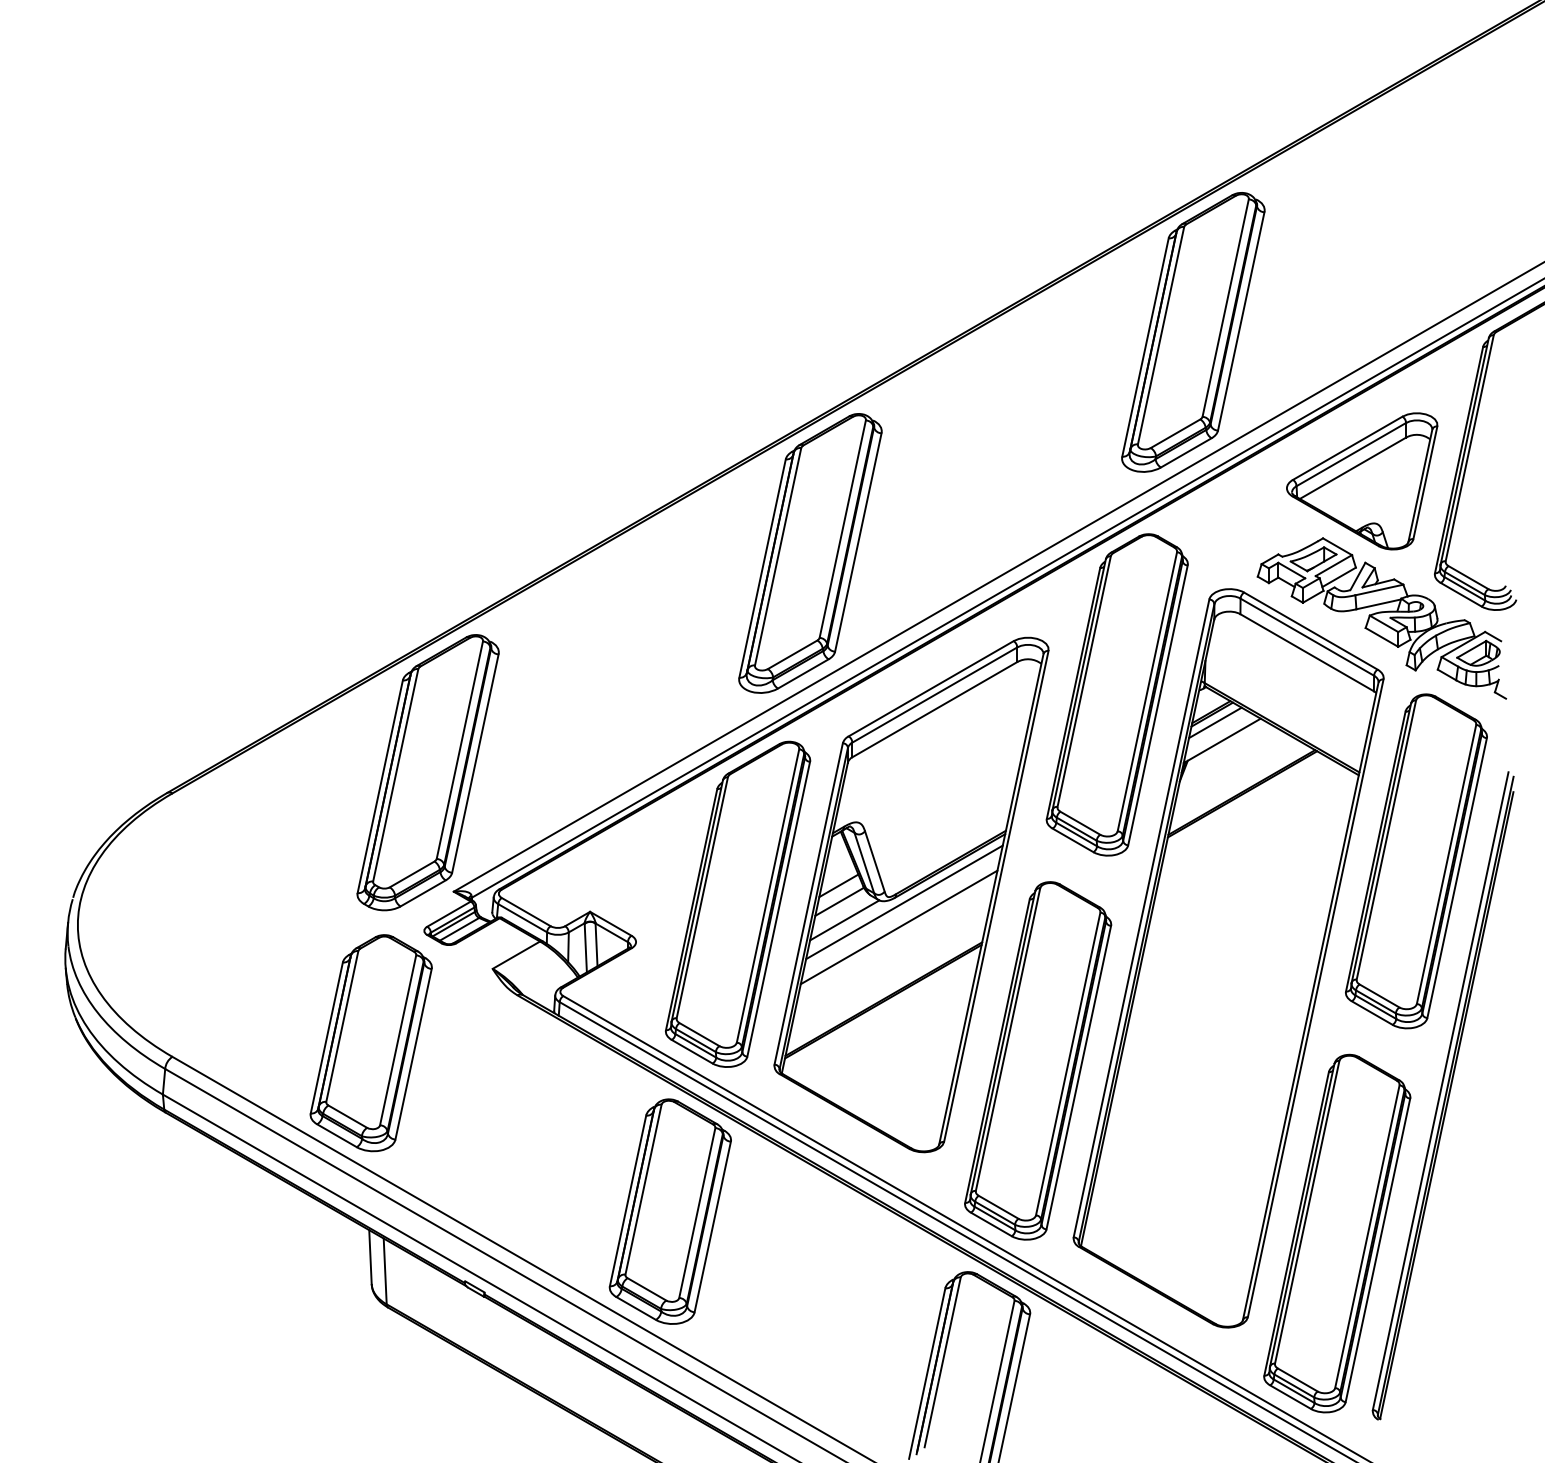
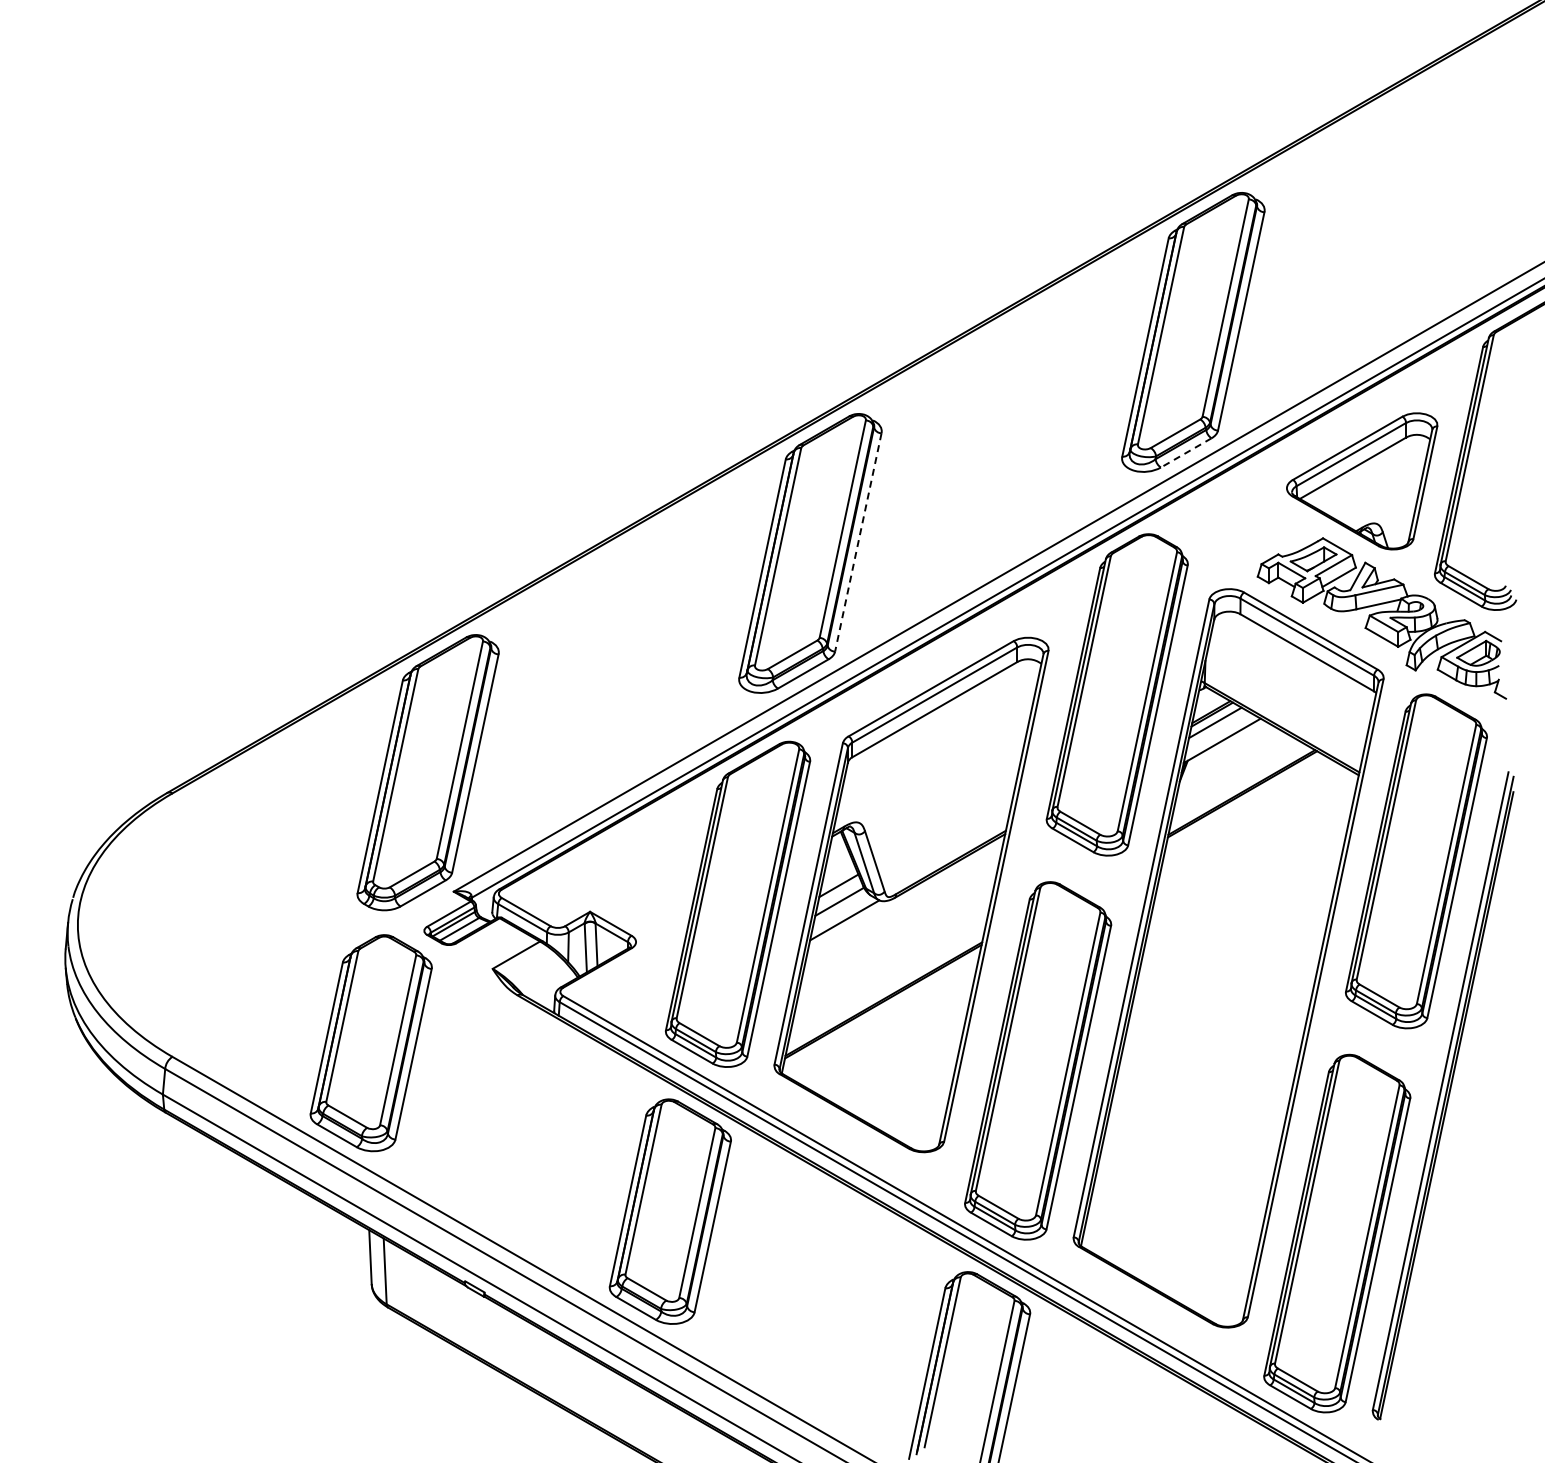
line at (1185, 453): solid -> dashed
line at (858, 542): solid -> dashed
line at (904, 902): present -> none
line at (898, 927): present -> none
